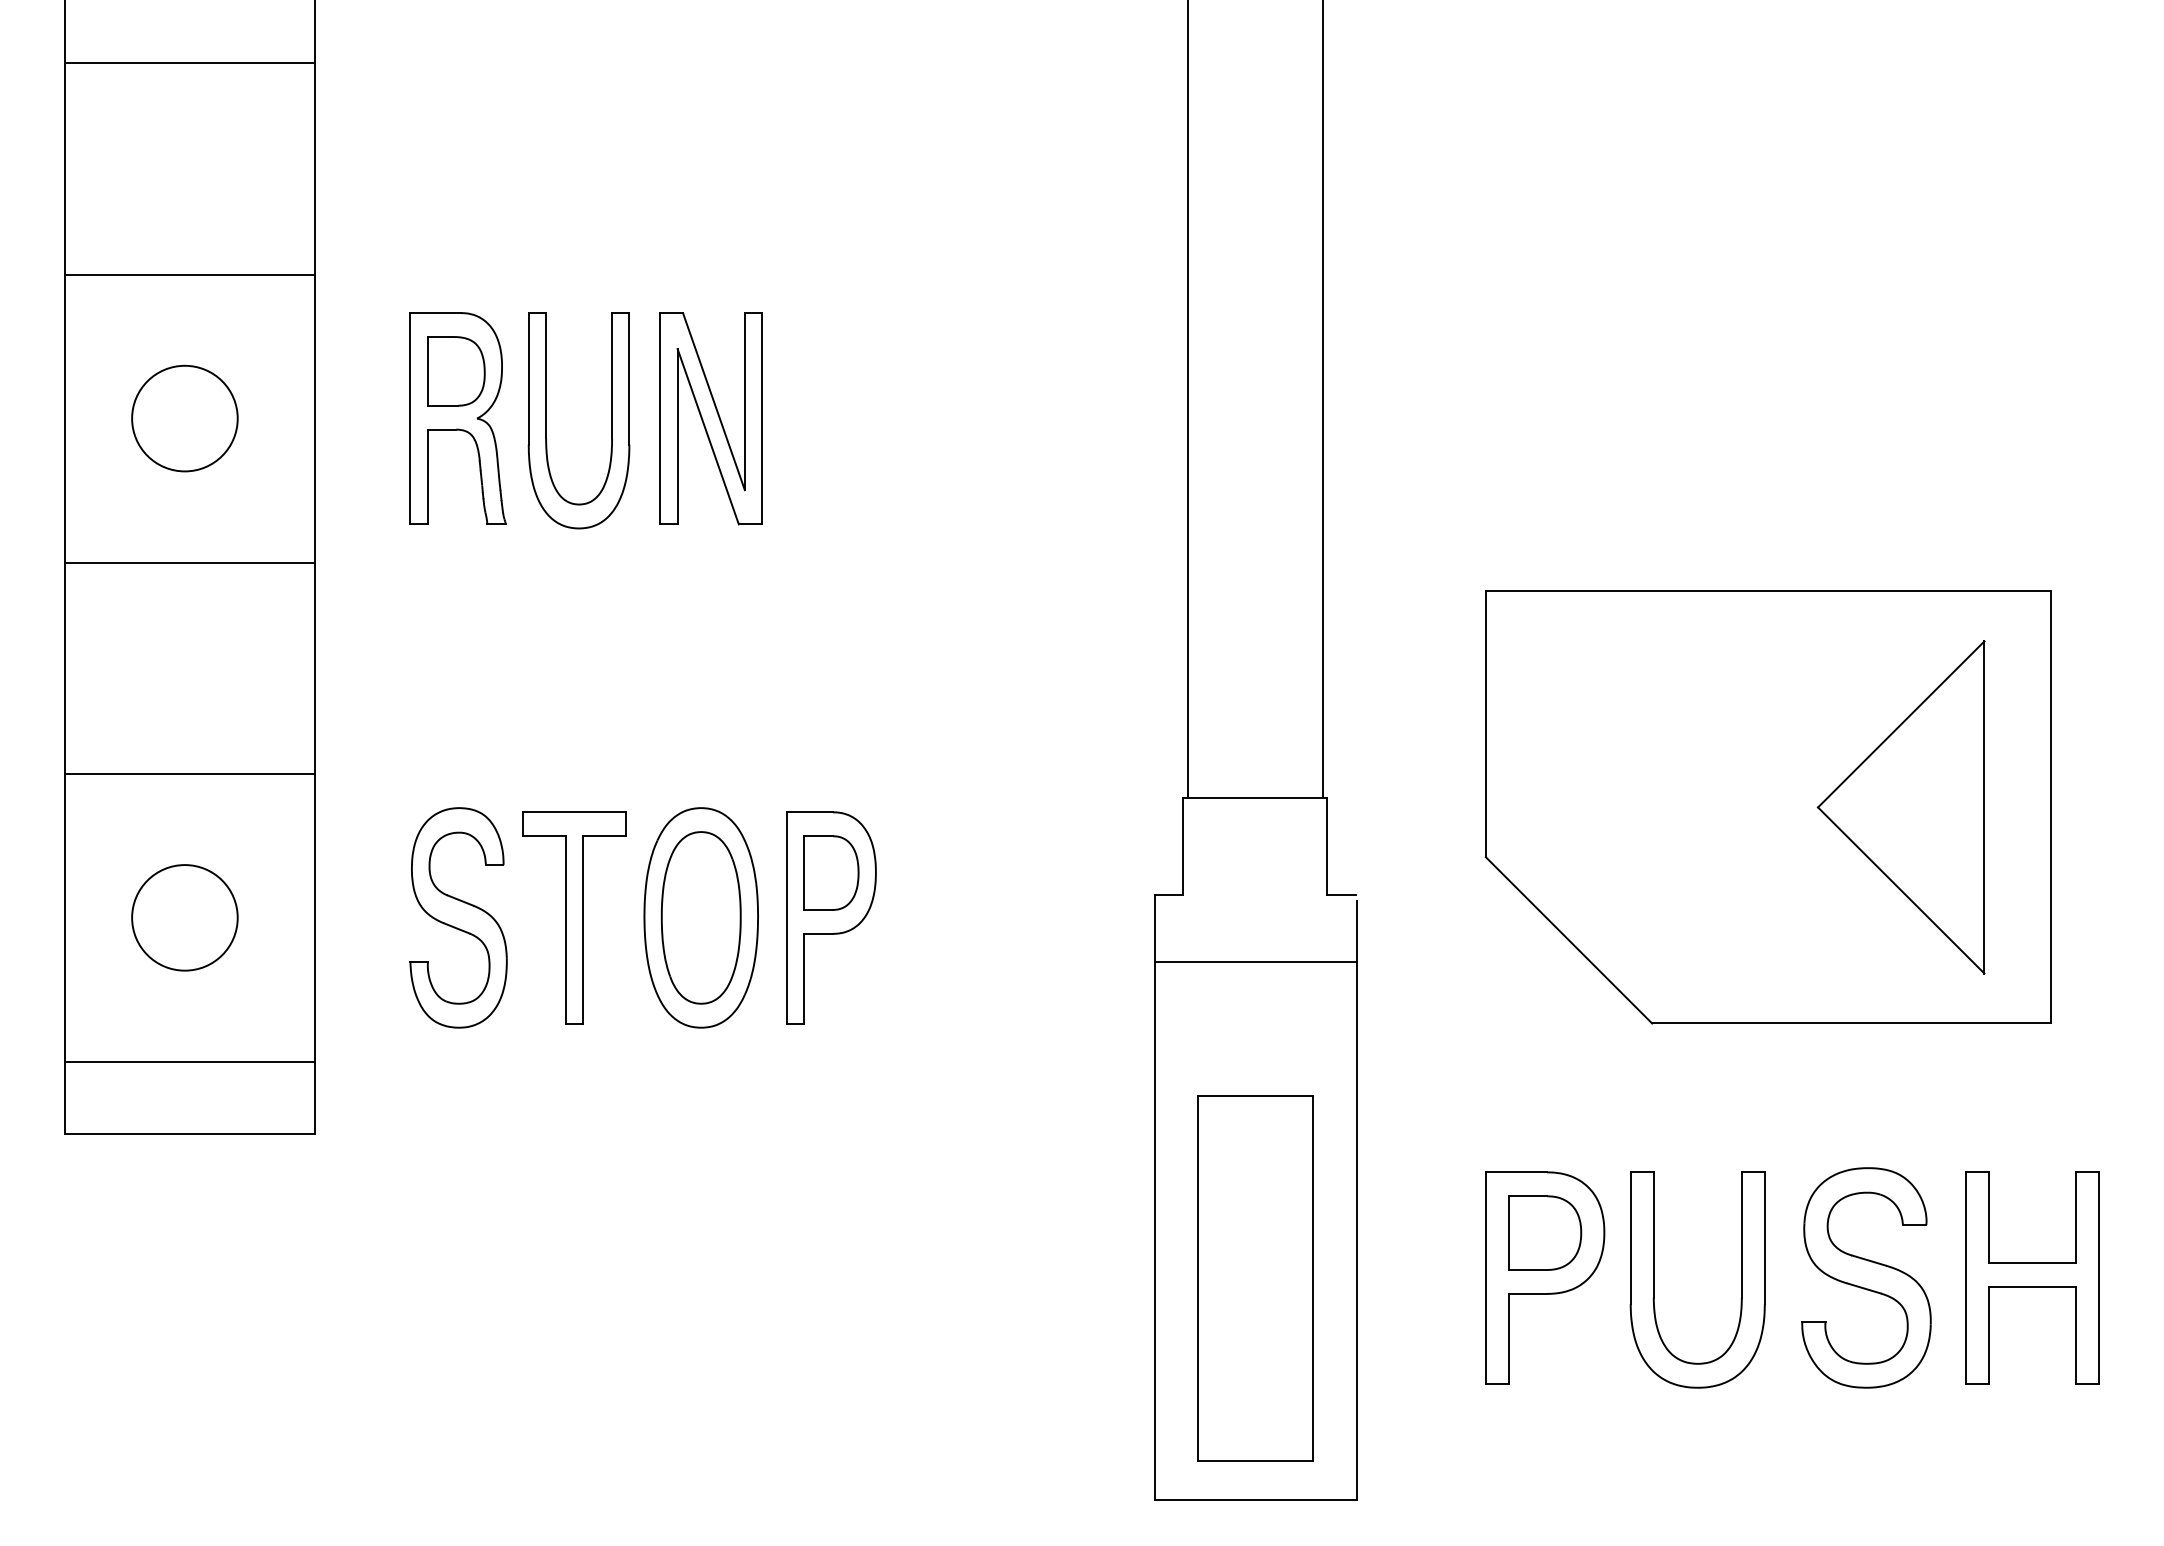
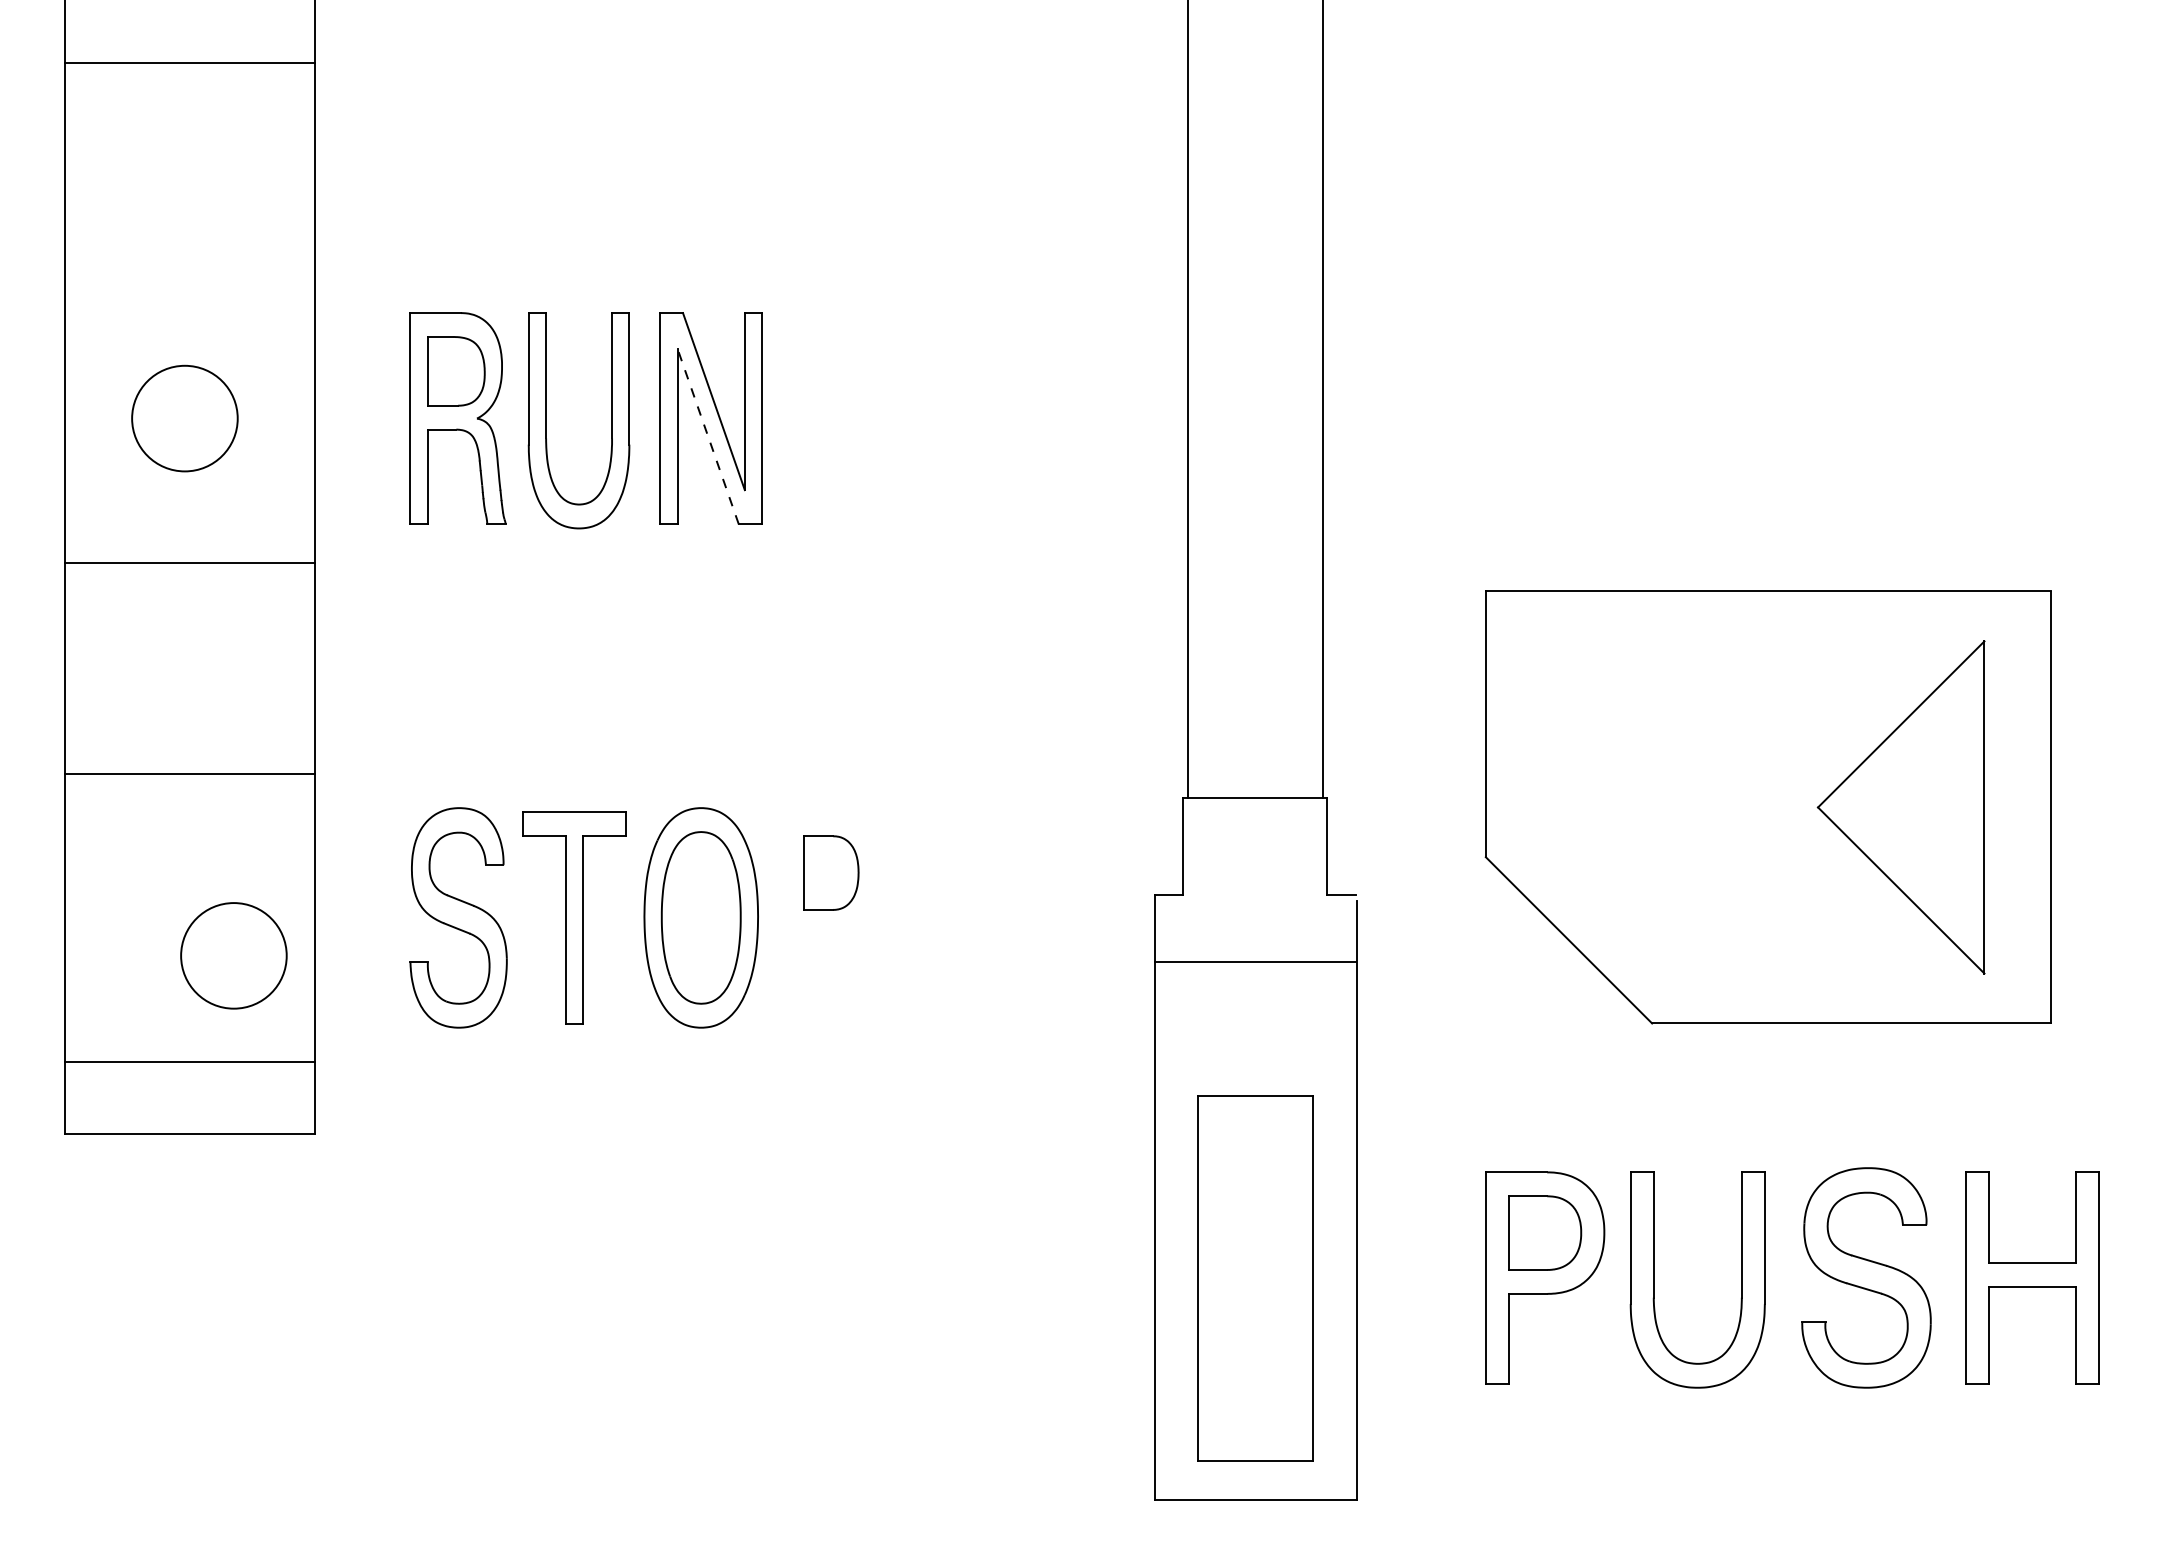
line at (189, 274): present -> none
line at (708, 436): solid -> dashed
circle at (184, 917) position: (184, 917) -> (233, 955)
part at (831, 917): present -> none
